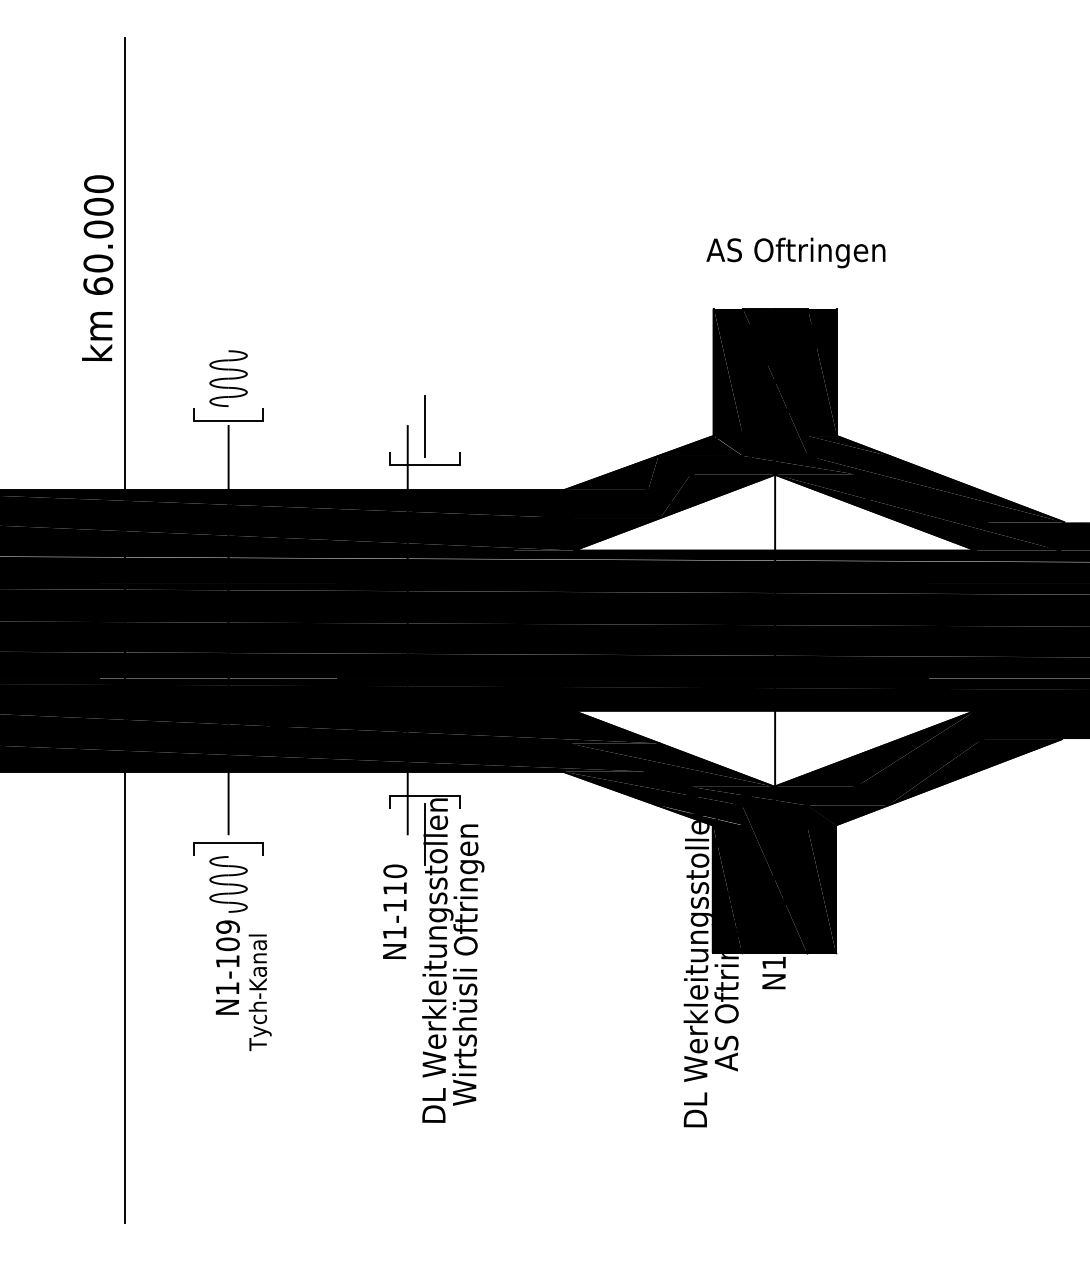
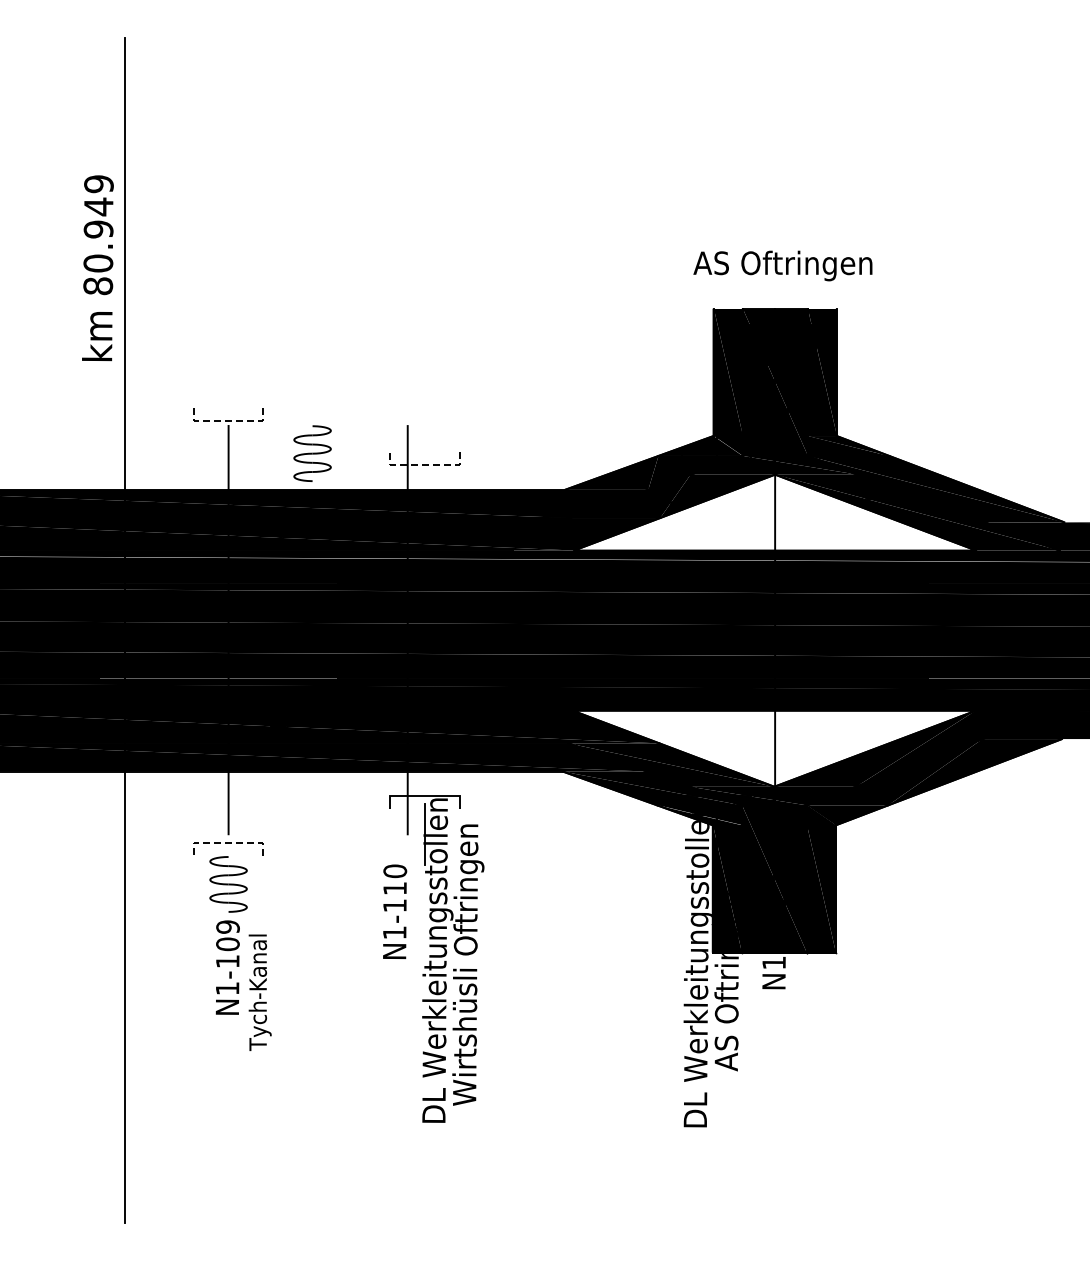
text at (98, 235): 60.000 -> 80.949
text at (795, 252) position: (795, 252) -> (782, 265)
part at (228, 378) position: (228, 378) -> (312, 453)
line at (228, 420): solid -> dashed
line at (425, 425): present -> none
line at (425, 465): solid -> dashed
line at (228, 842): solid -> dashed
